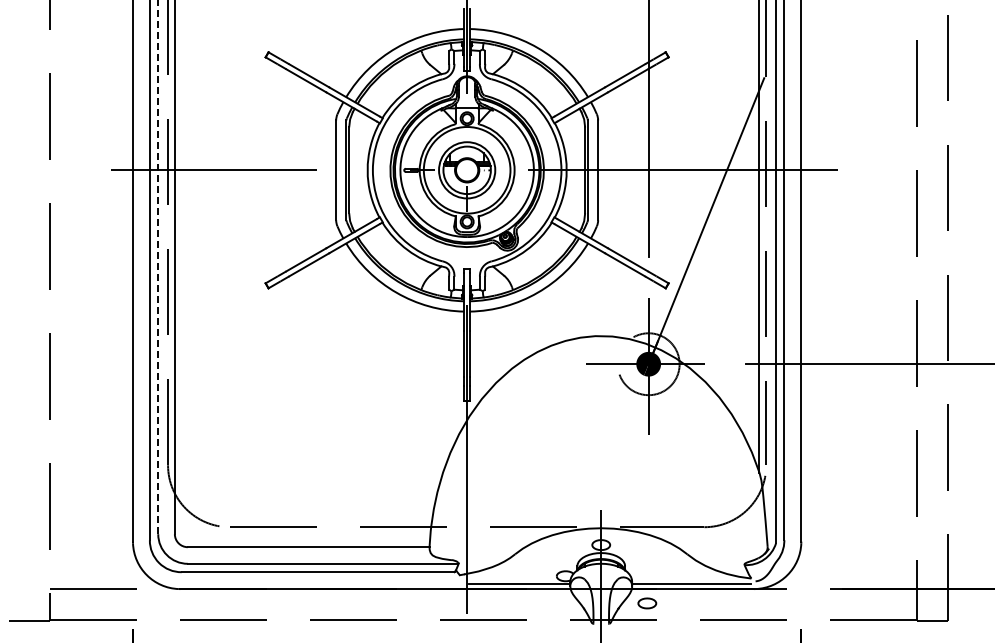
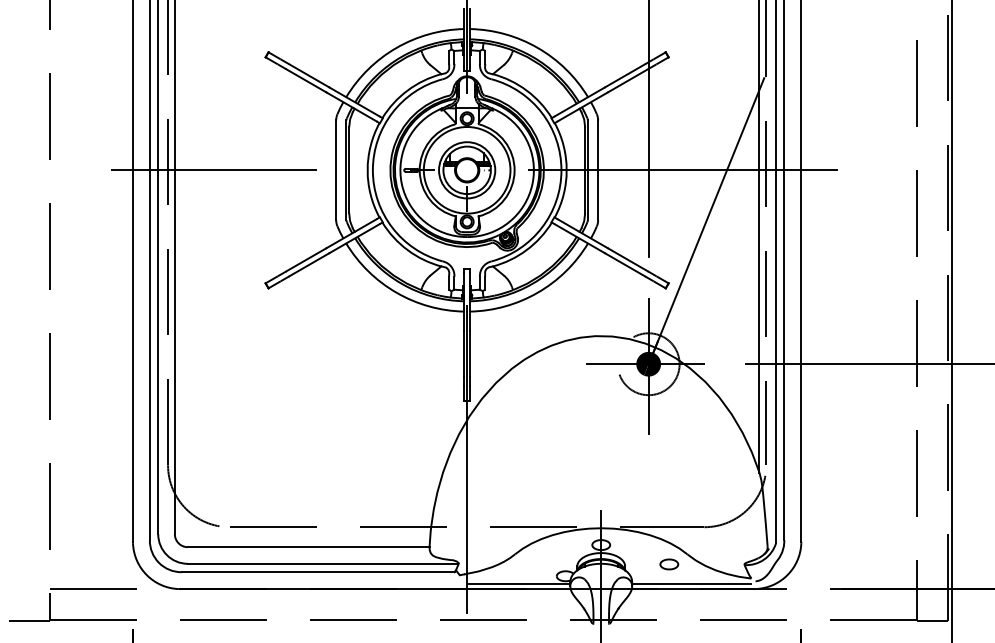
line at (158, 267): dashed -> solid
line at (951, 320): none -> present
part at (647, 603) position: (647, 603) -> (669, 564)
